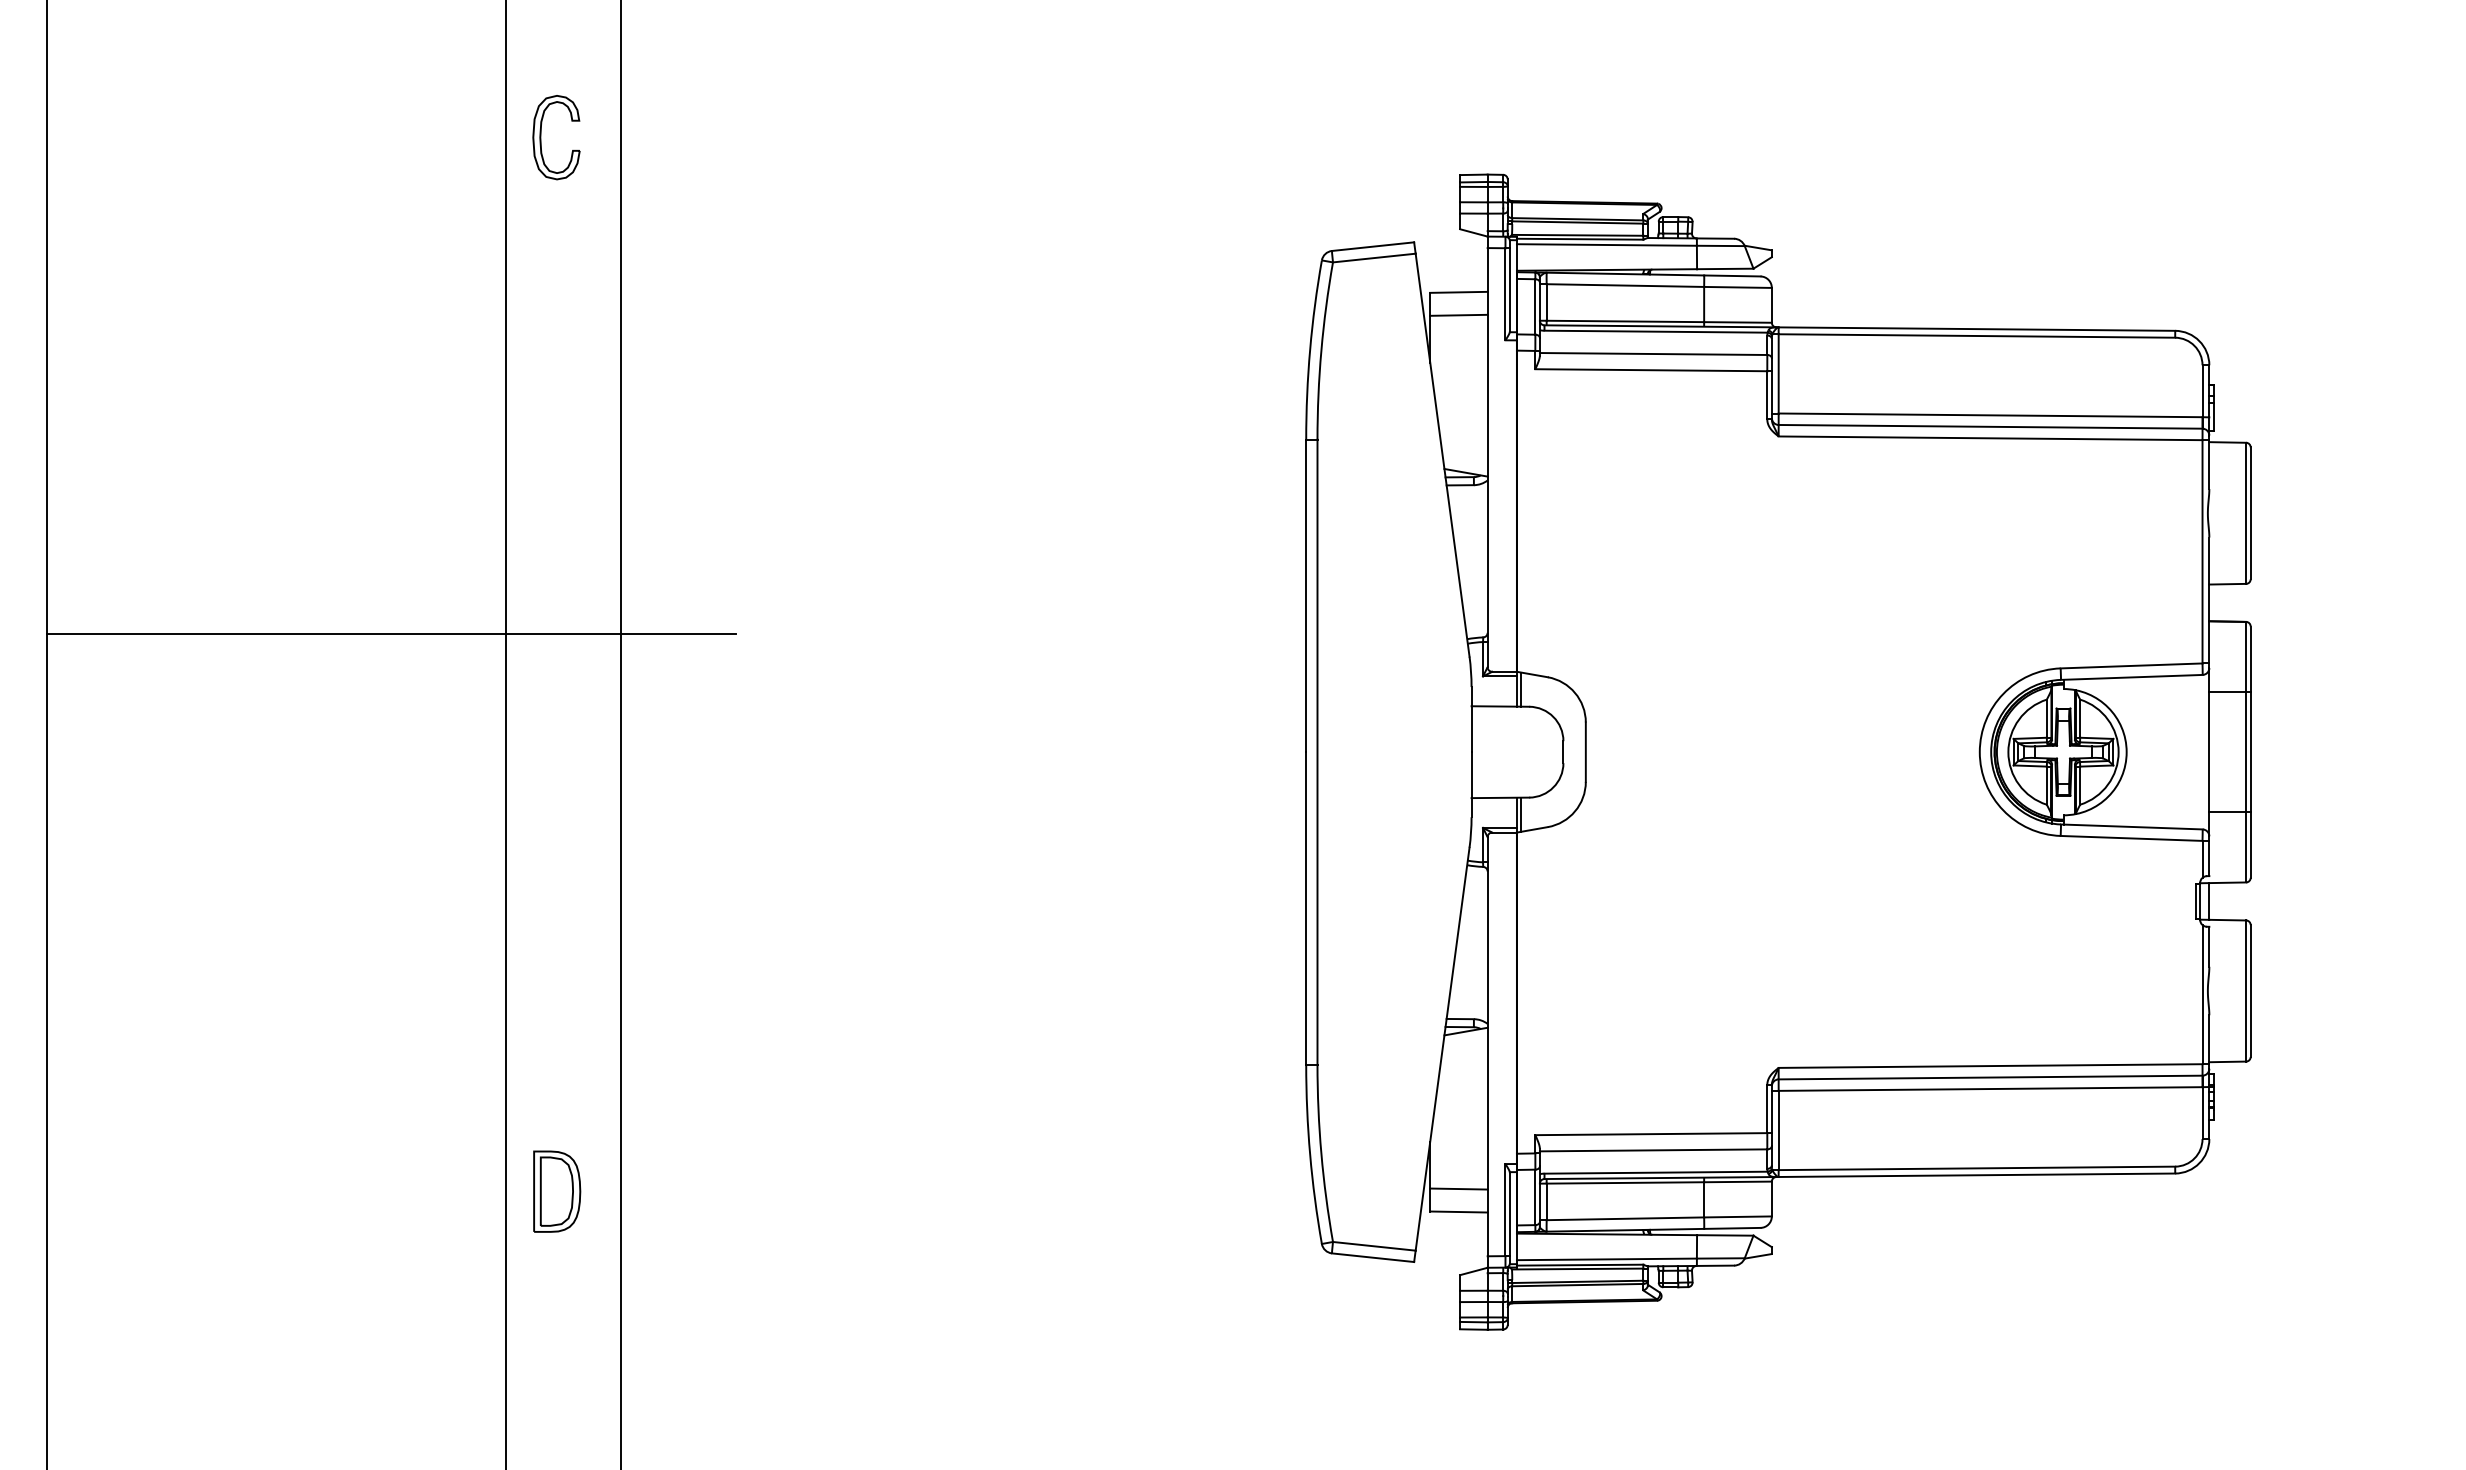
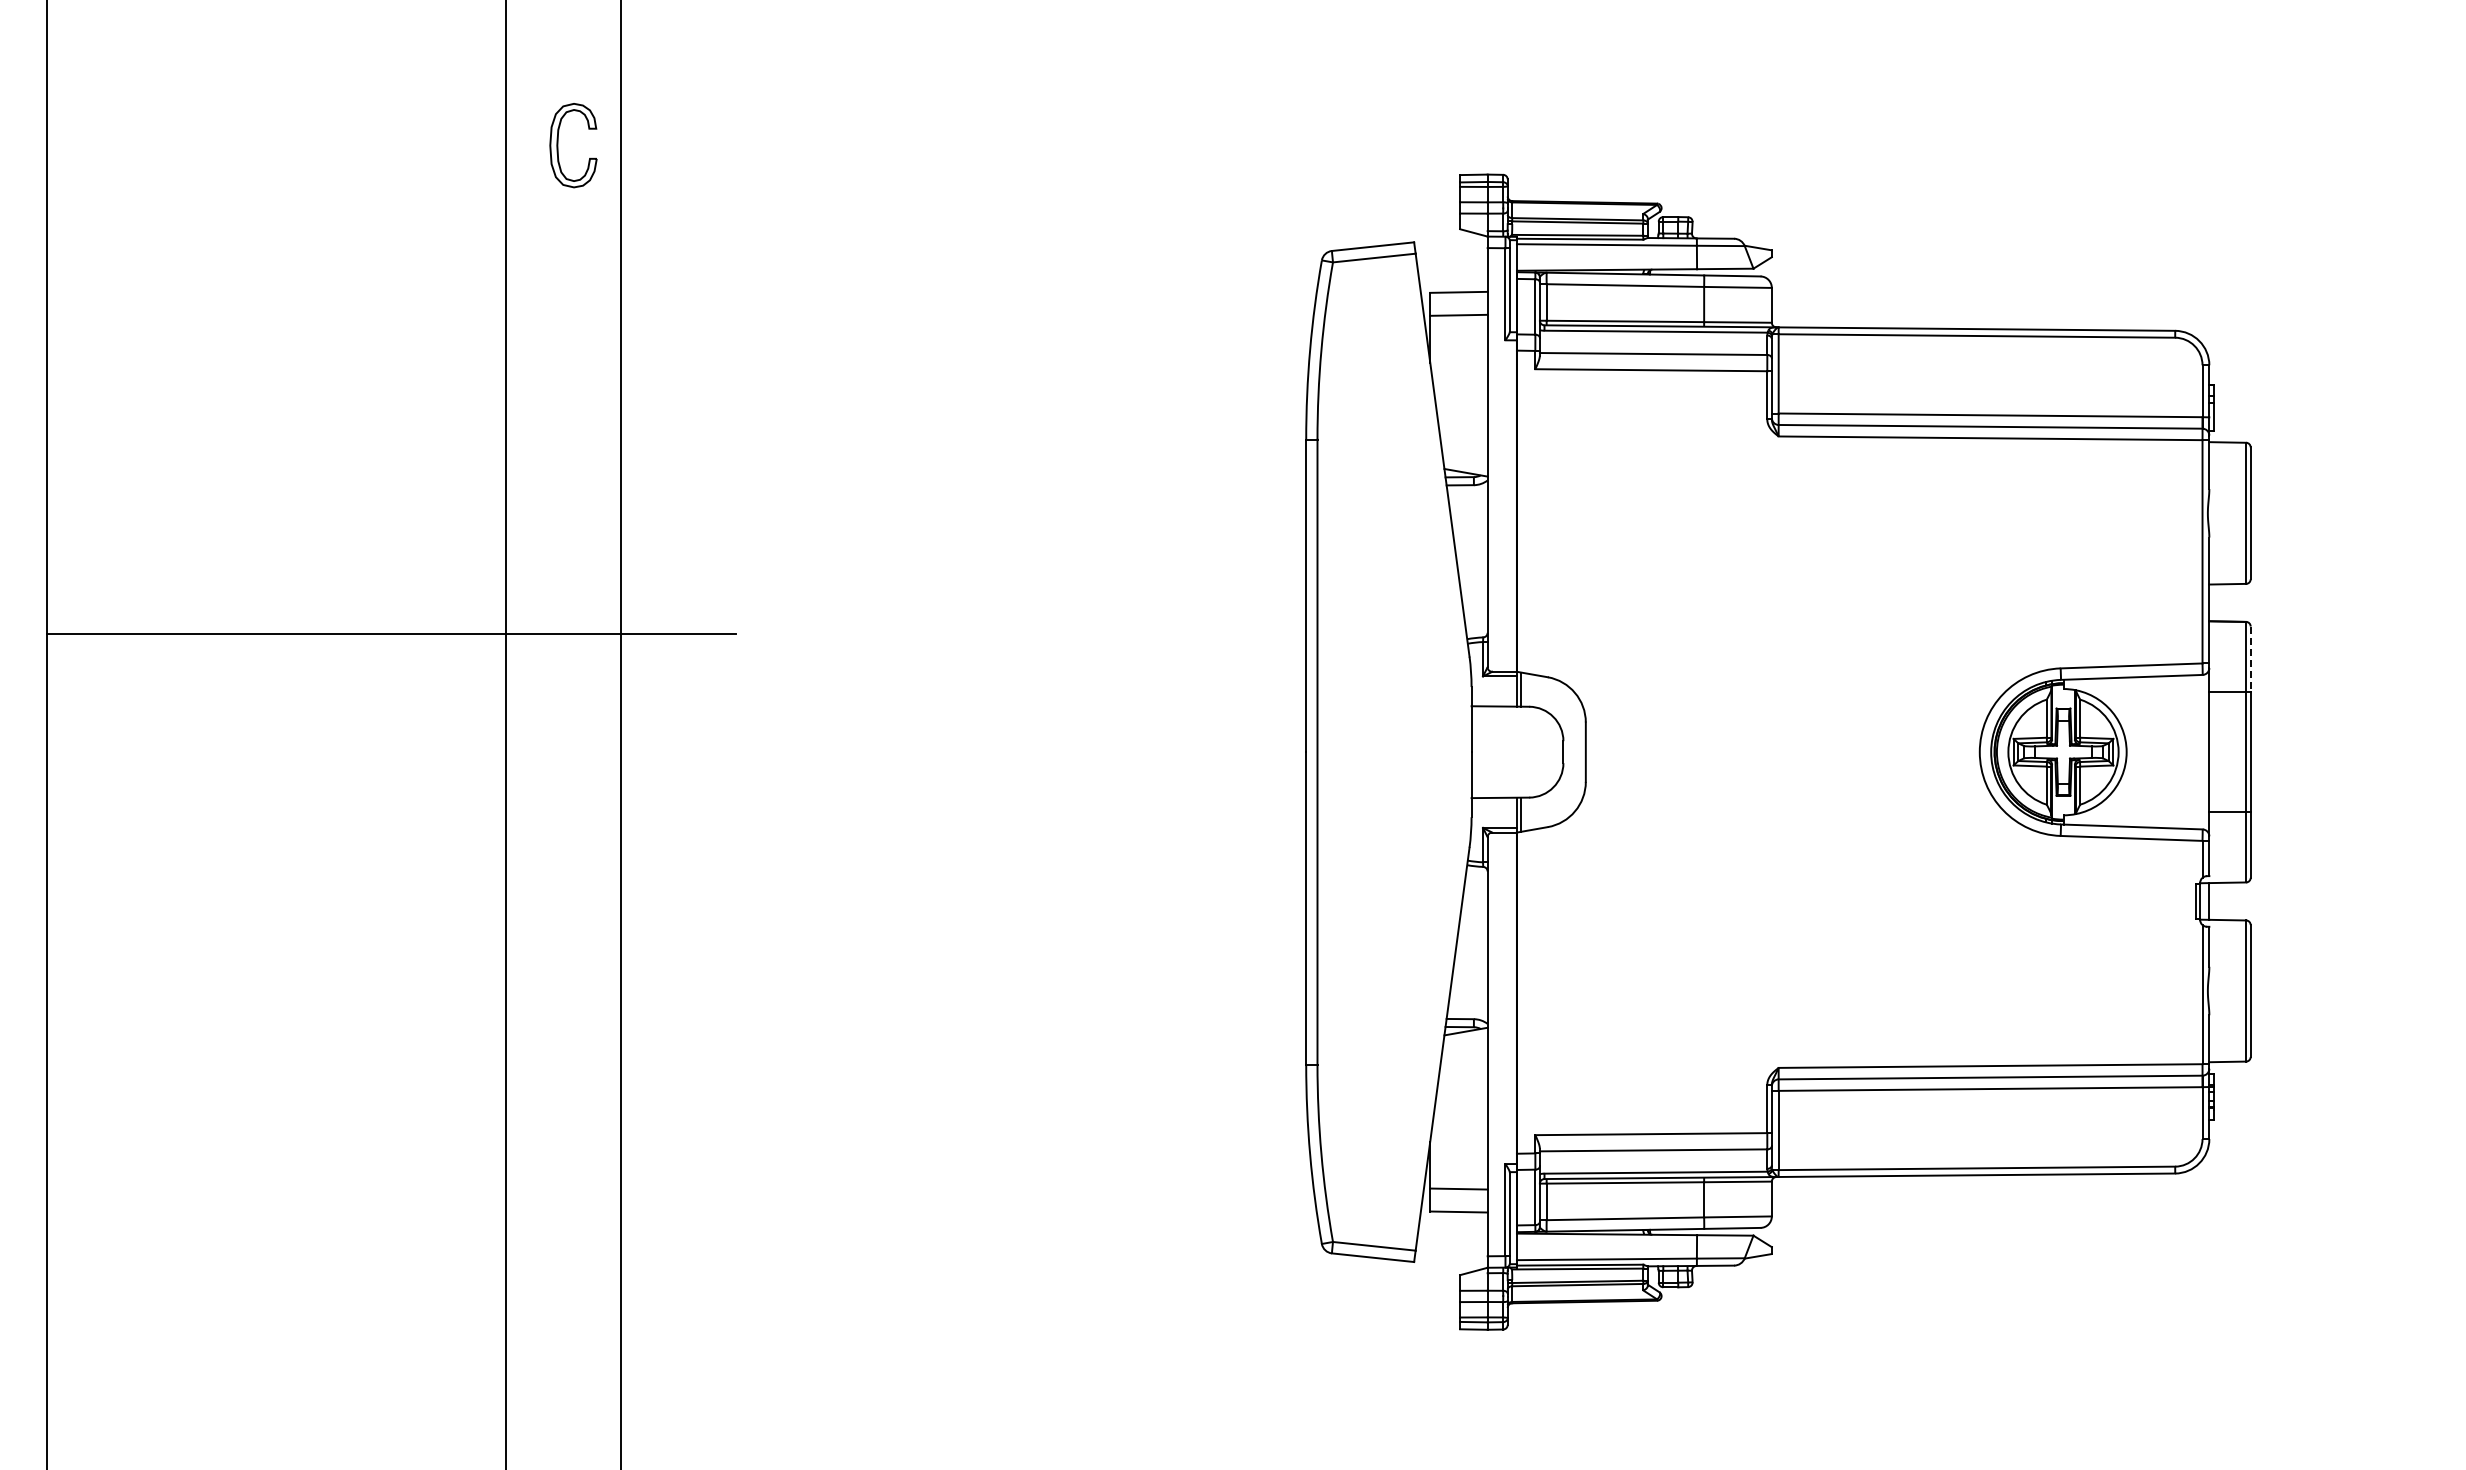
part at (541, 137) position: (541, 137) -> (558, 145)
line at (2250, 659): solid -> dashed
part at (557, 1191): present -> none
